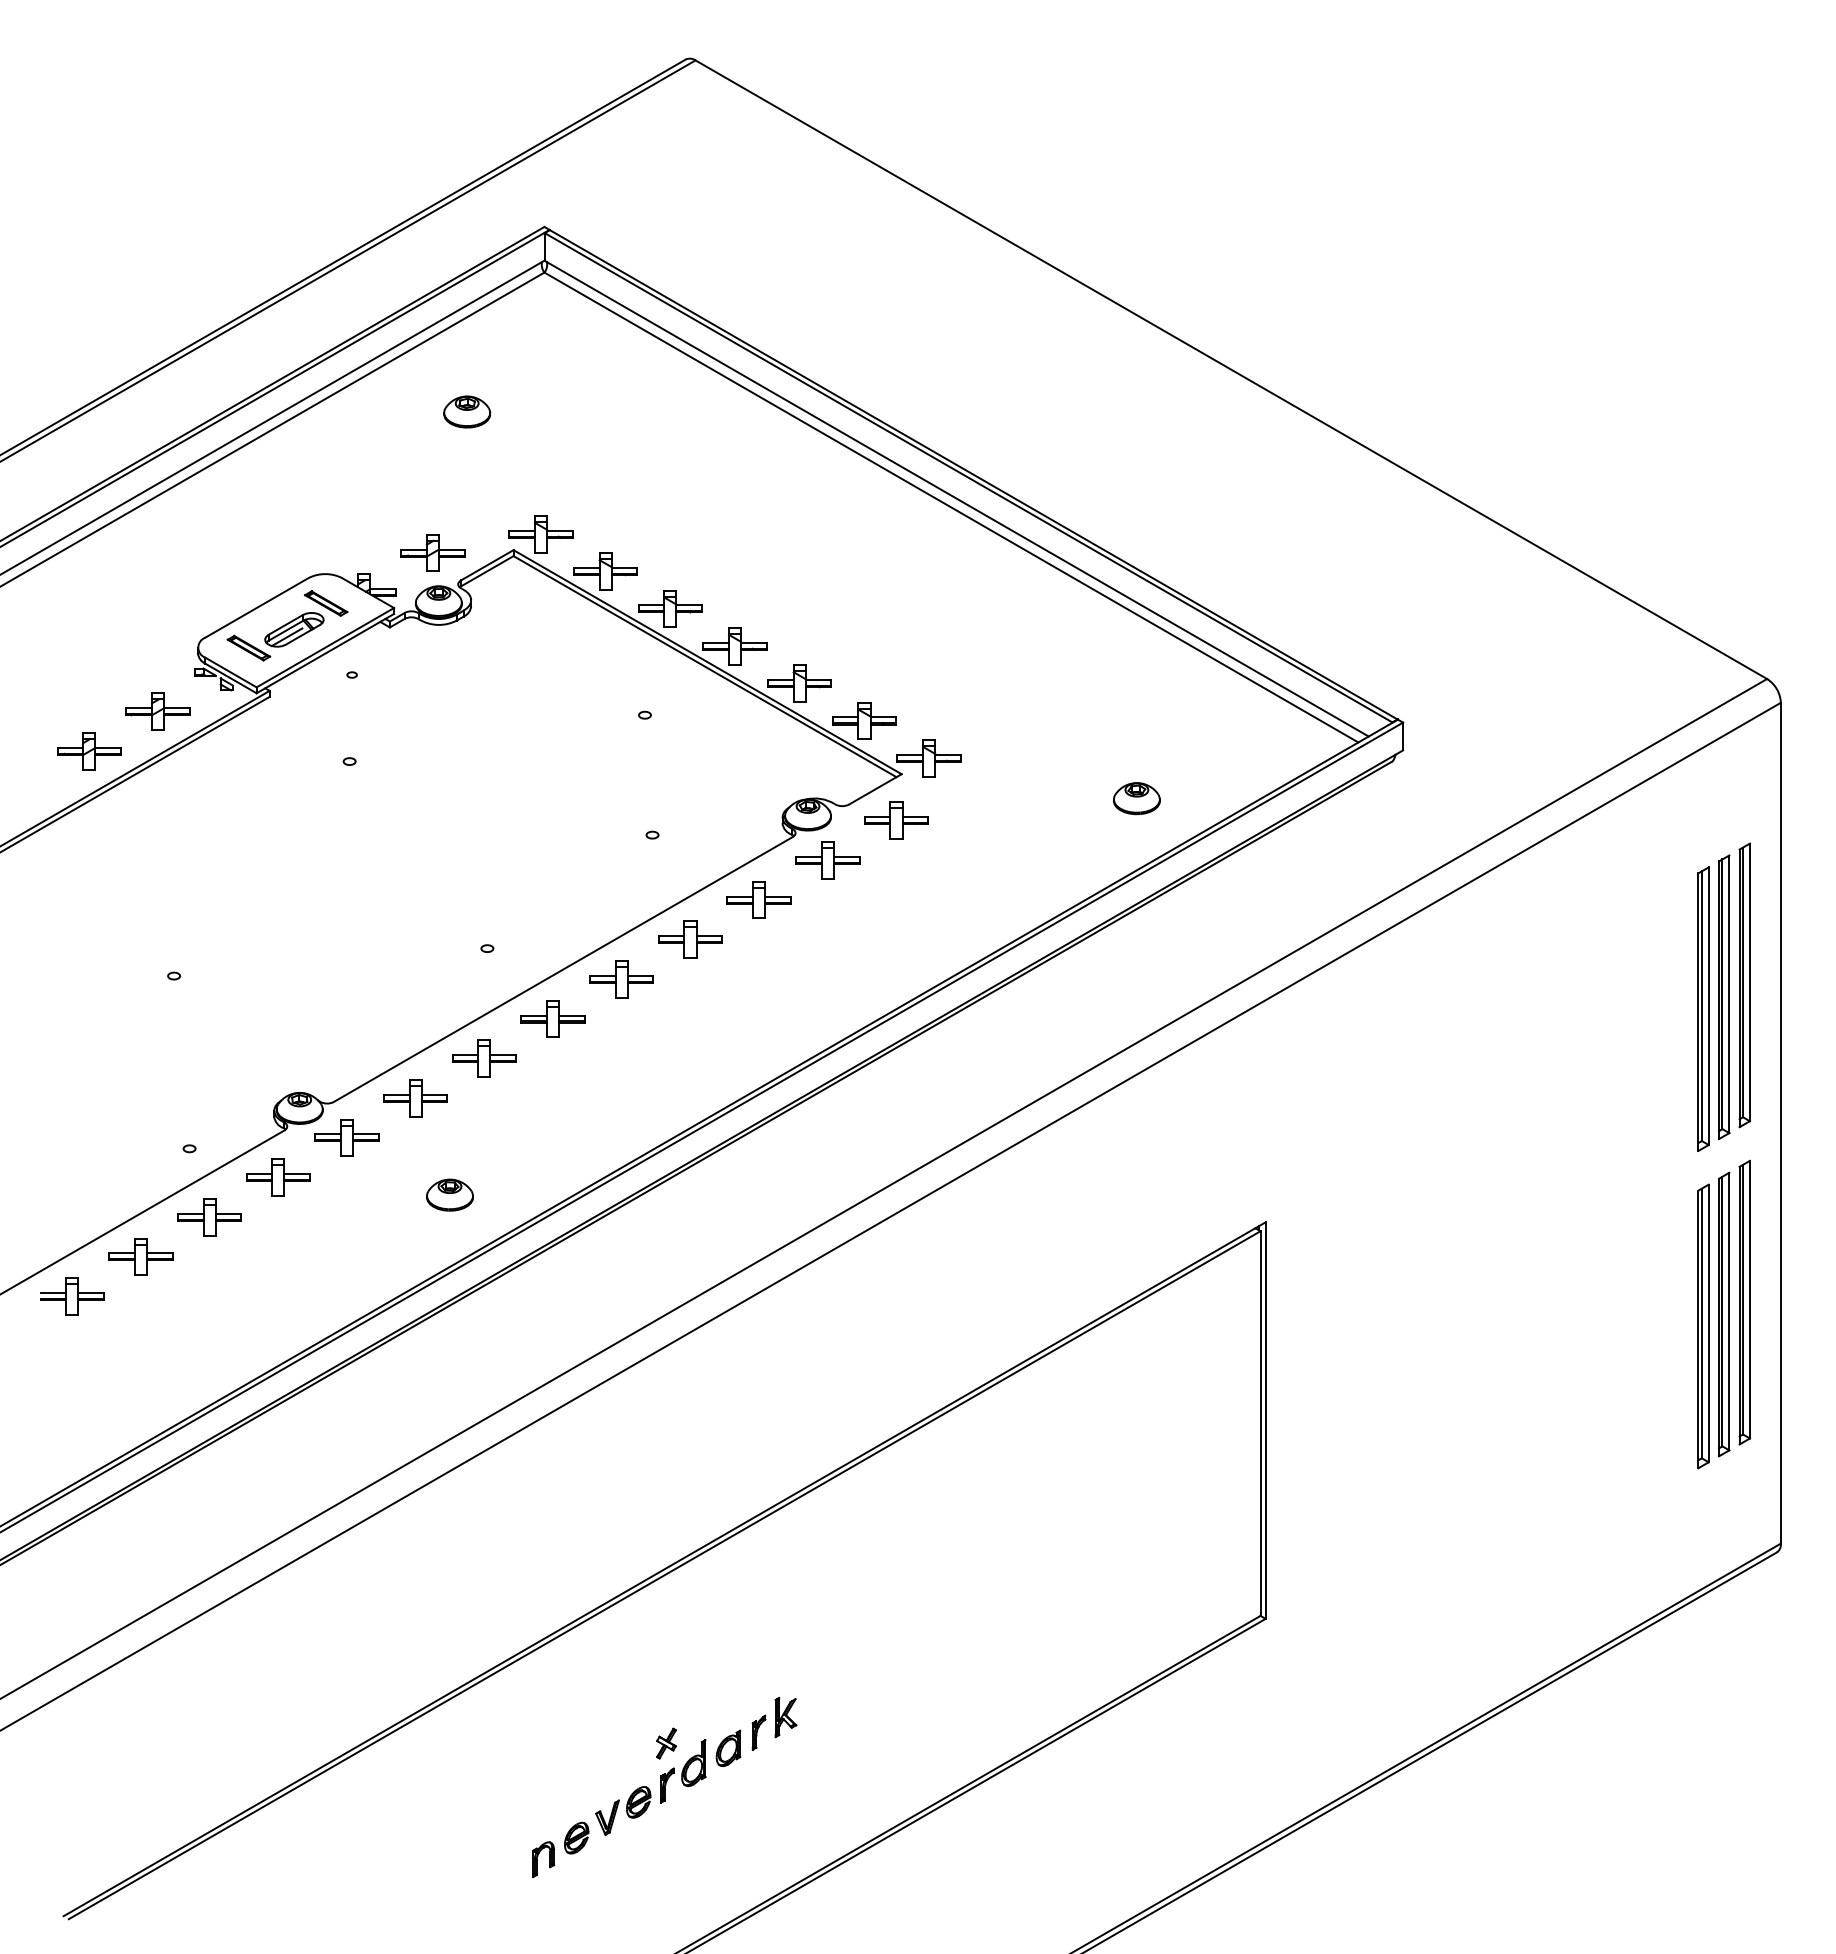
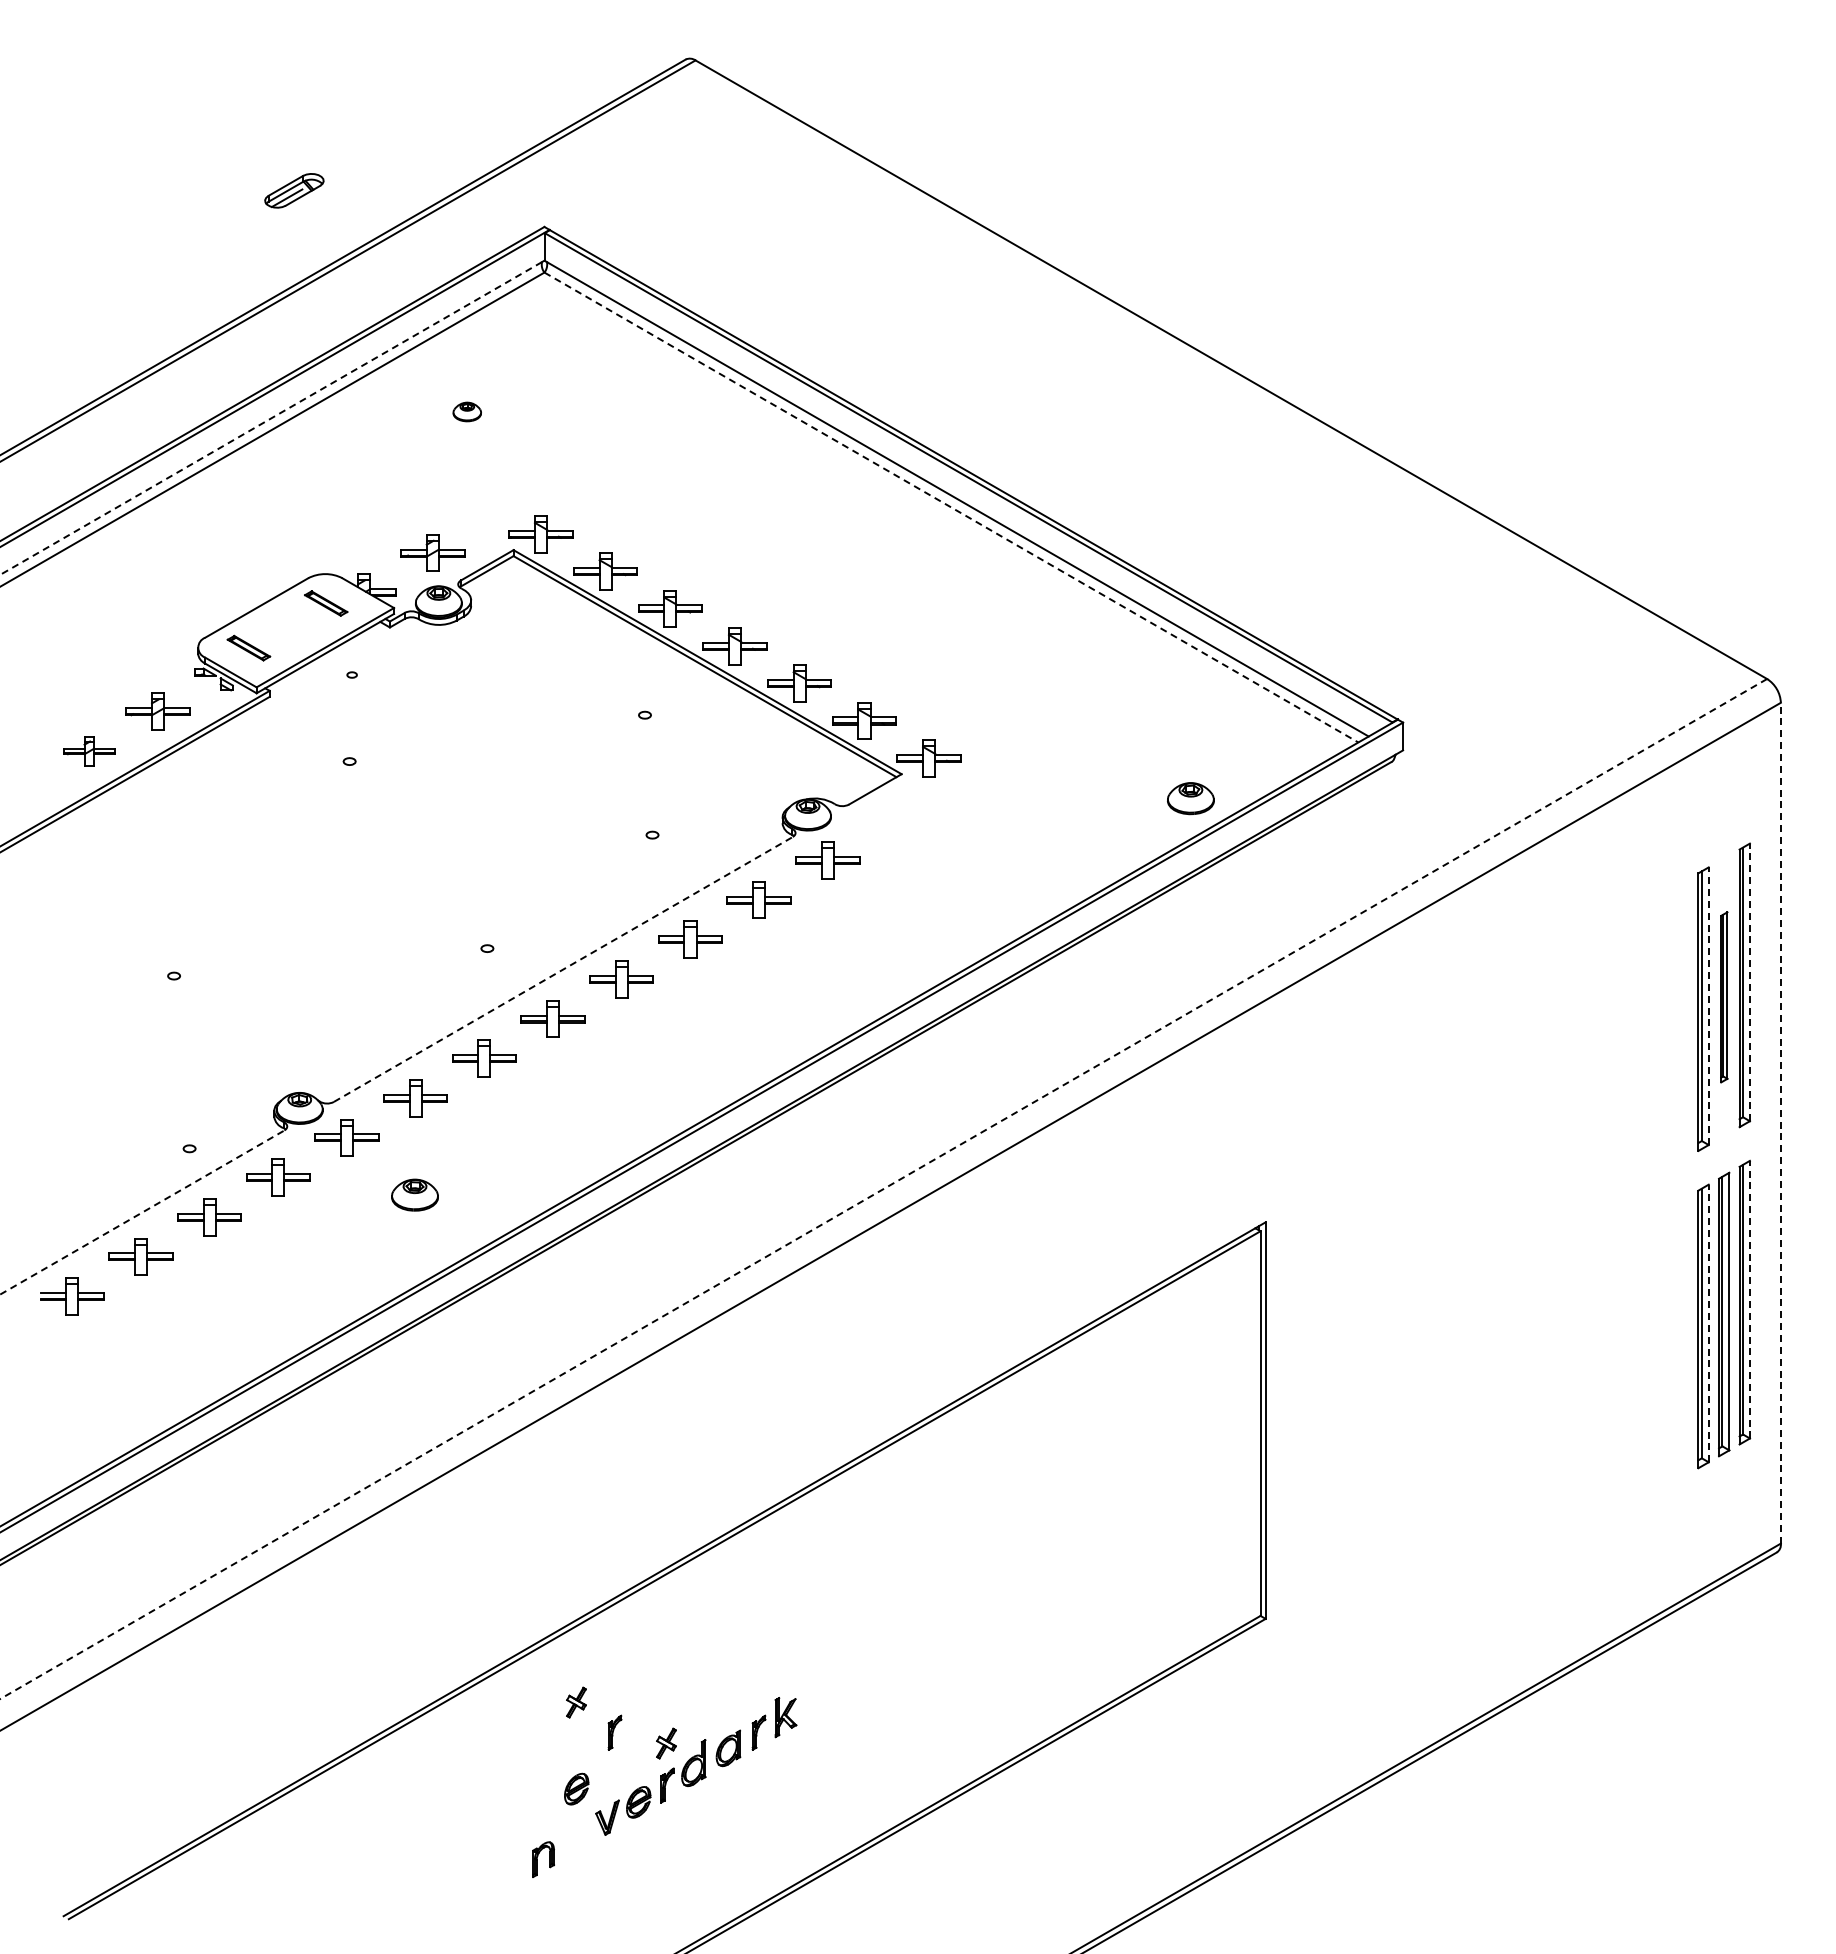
part at (467, 411) size: 49x34 px -> 30x22 px
line at (271, 418): solid -> dashed
line at (951, 507): solid -> dashed
part at (294, 629) position: (294, 629) -> (294, 190)
part at (89, 751) size: 65x39 px -> 53x31 px
part at (1136, 798) position: (1136, 798) -> (1190, 798)
part at (896, 820): present -> none
line at (563, 969): solid -> dashed
line at (1749, 982): solid -> dashed
part at (1724, 997) size: 13x287 px -> 9x173 px
line at (1708, 1006): solid -> dashed
line at (1780, 1122): solid -> dashed
line at (883, 1188): solid -> dashed
part at (449, 1194) position: (449, 1194) -> (414, 1194)
line at (142, 1212): solid -> dashed
line at (1749, 1299): solid -> dashed
line at (1708, 1323): solid -> dashed
part at (576, 1702): none -> present
part at (614, 1732): none -> present
part at (576, 1837) position: (576, 1837) -> (576, 1788)
